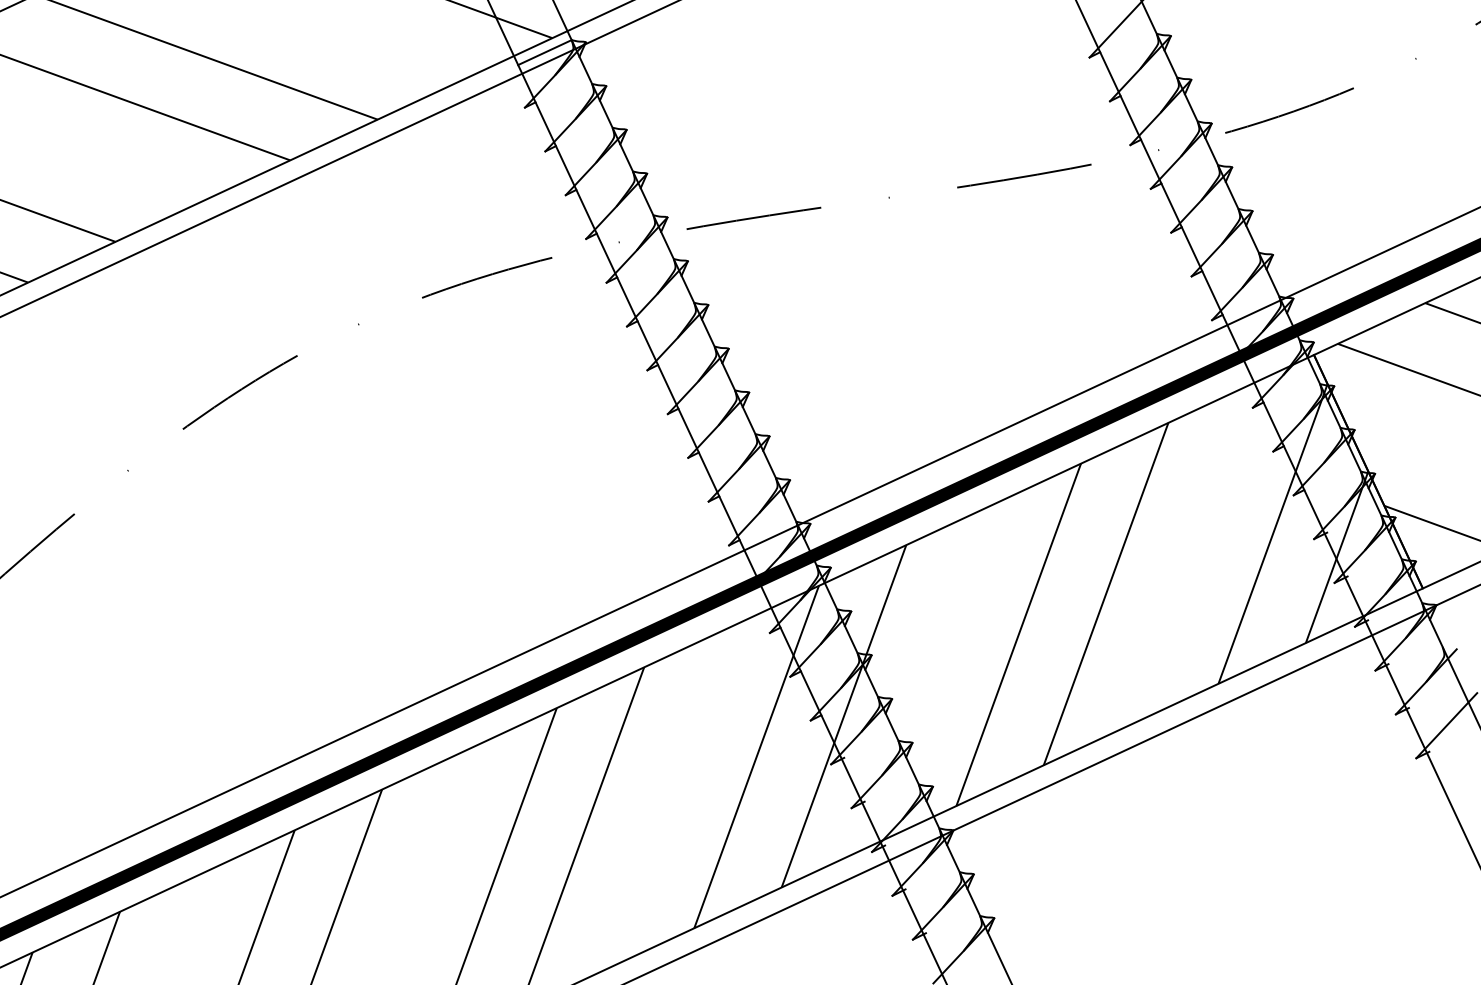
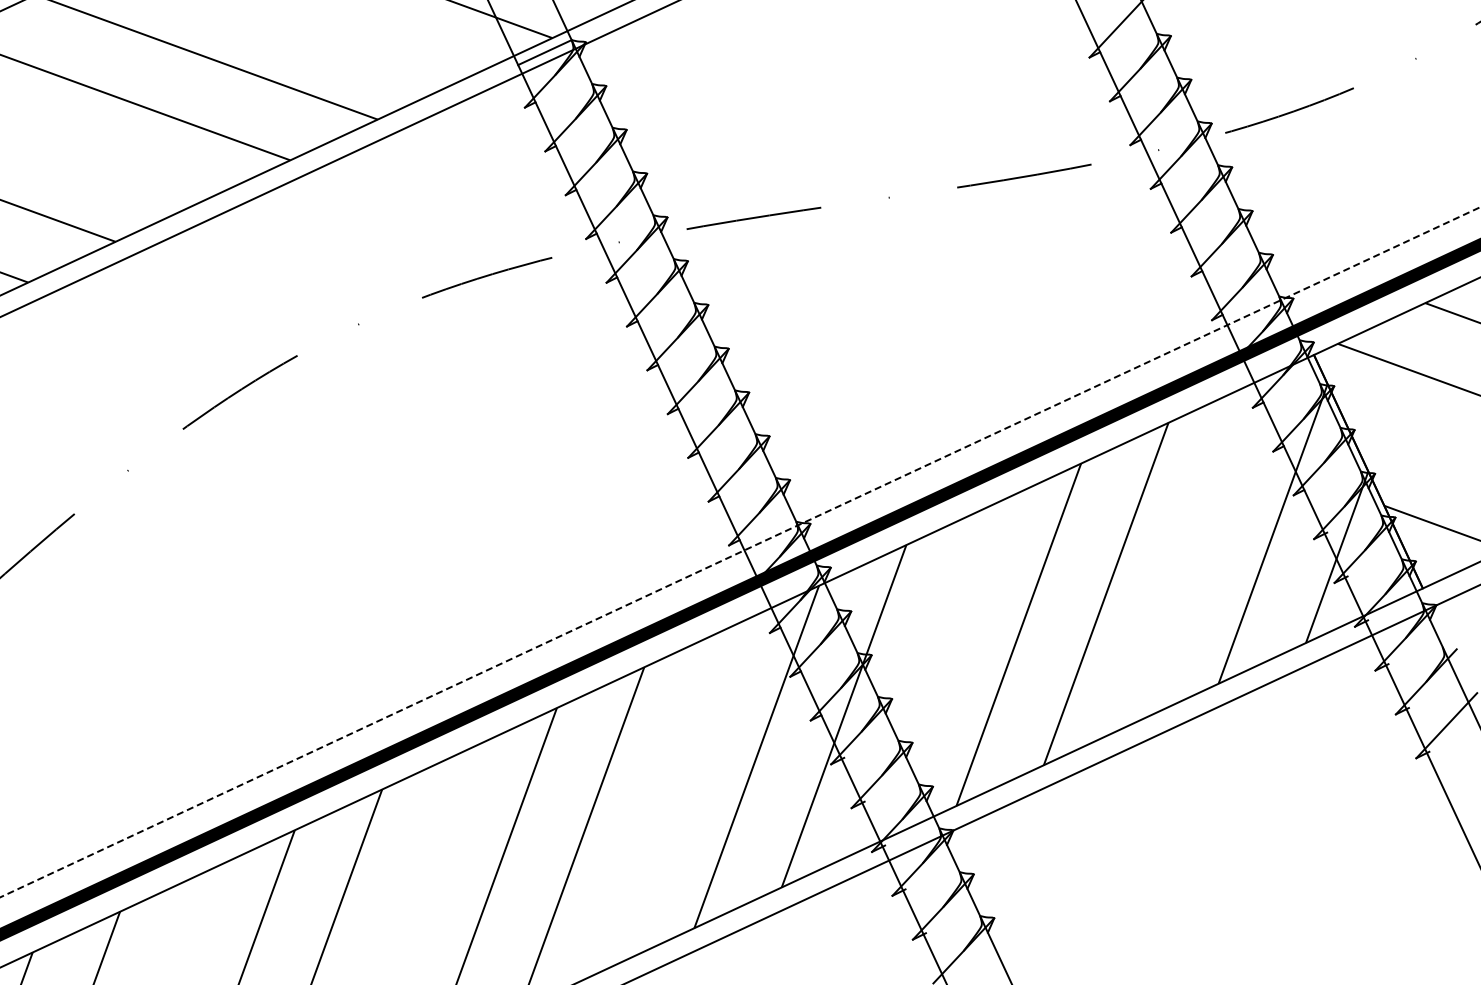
line at (740, 552): solid -> dashed
